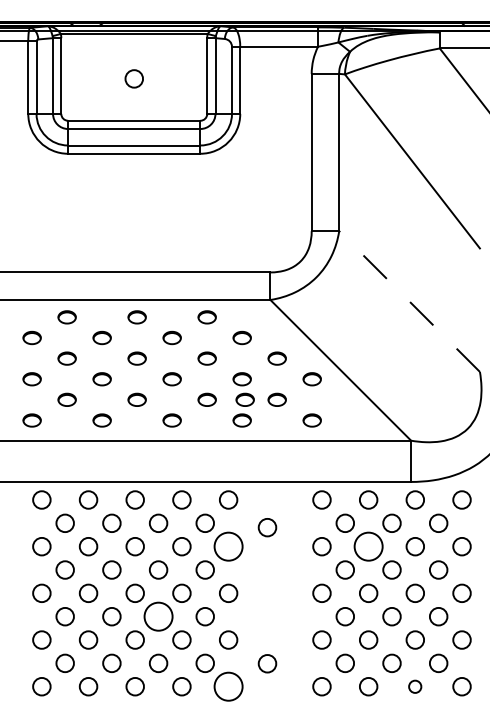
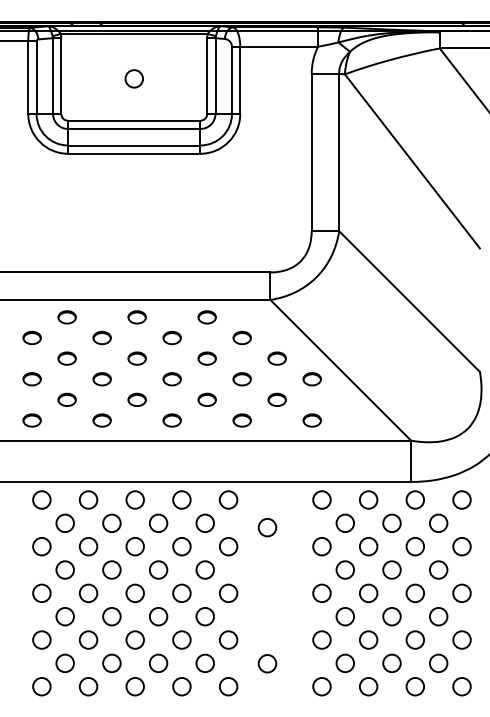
line at (409, 301): dashed -> solid
part at (244, 399): present -> none
circle at (228, 546) diameter: 28 px -> 18 px
circle at (368, 546) diameter: 28 px -> 18 px
circle at (158, 616) diameter: 28 px -> 18 px
circle at (228, 686) diameter: 28 px -> 18 px
circle at (415, 686) size: 15x15 px -> 20x20 px
